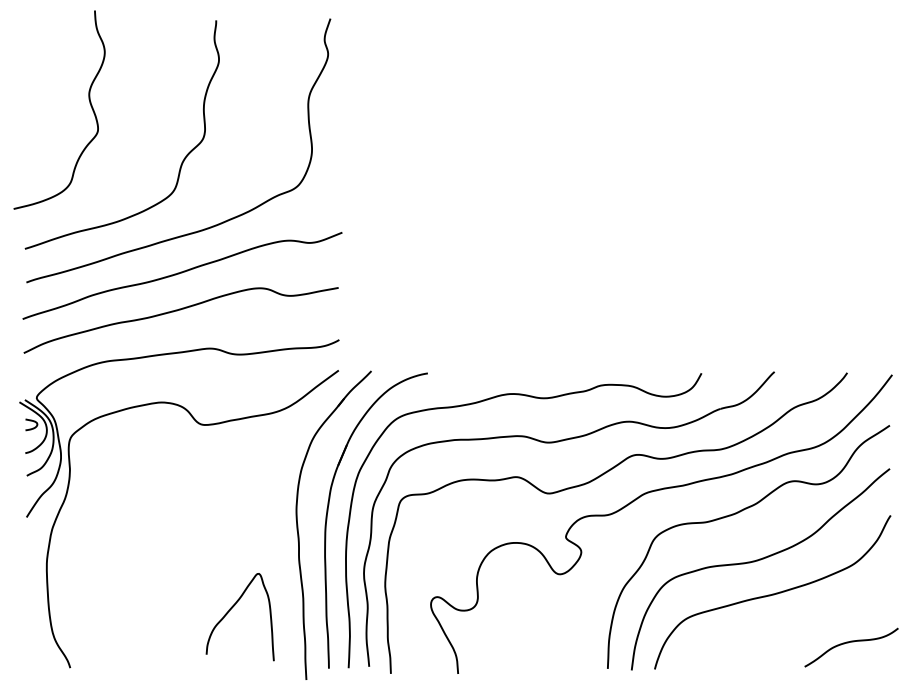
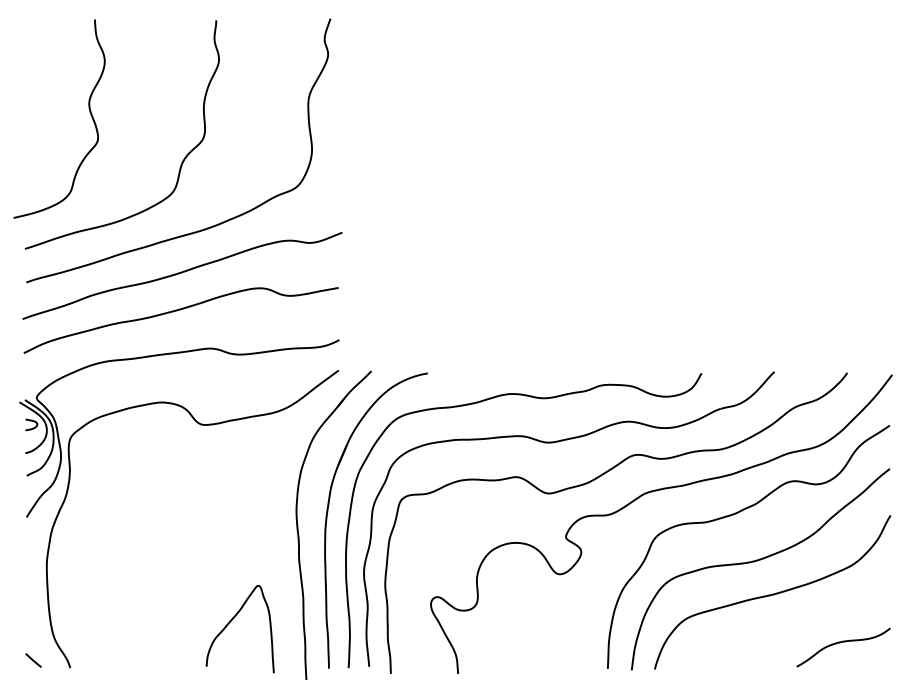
curve at (89, 103) position: (89, 103) -> (89, 112)
curve at (231, 609) position: (231, 609) -> (231, 621)
curve at (851, 642) position: (851, 642) -> (843, 642)
line at (33, 660): none -> present
